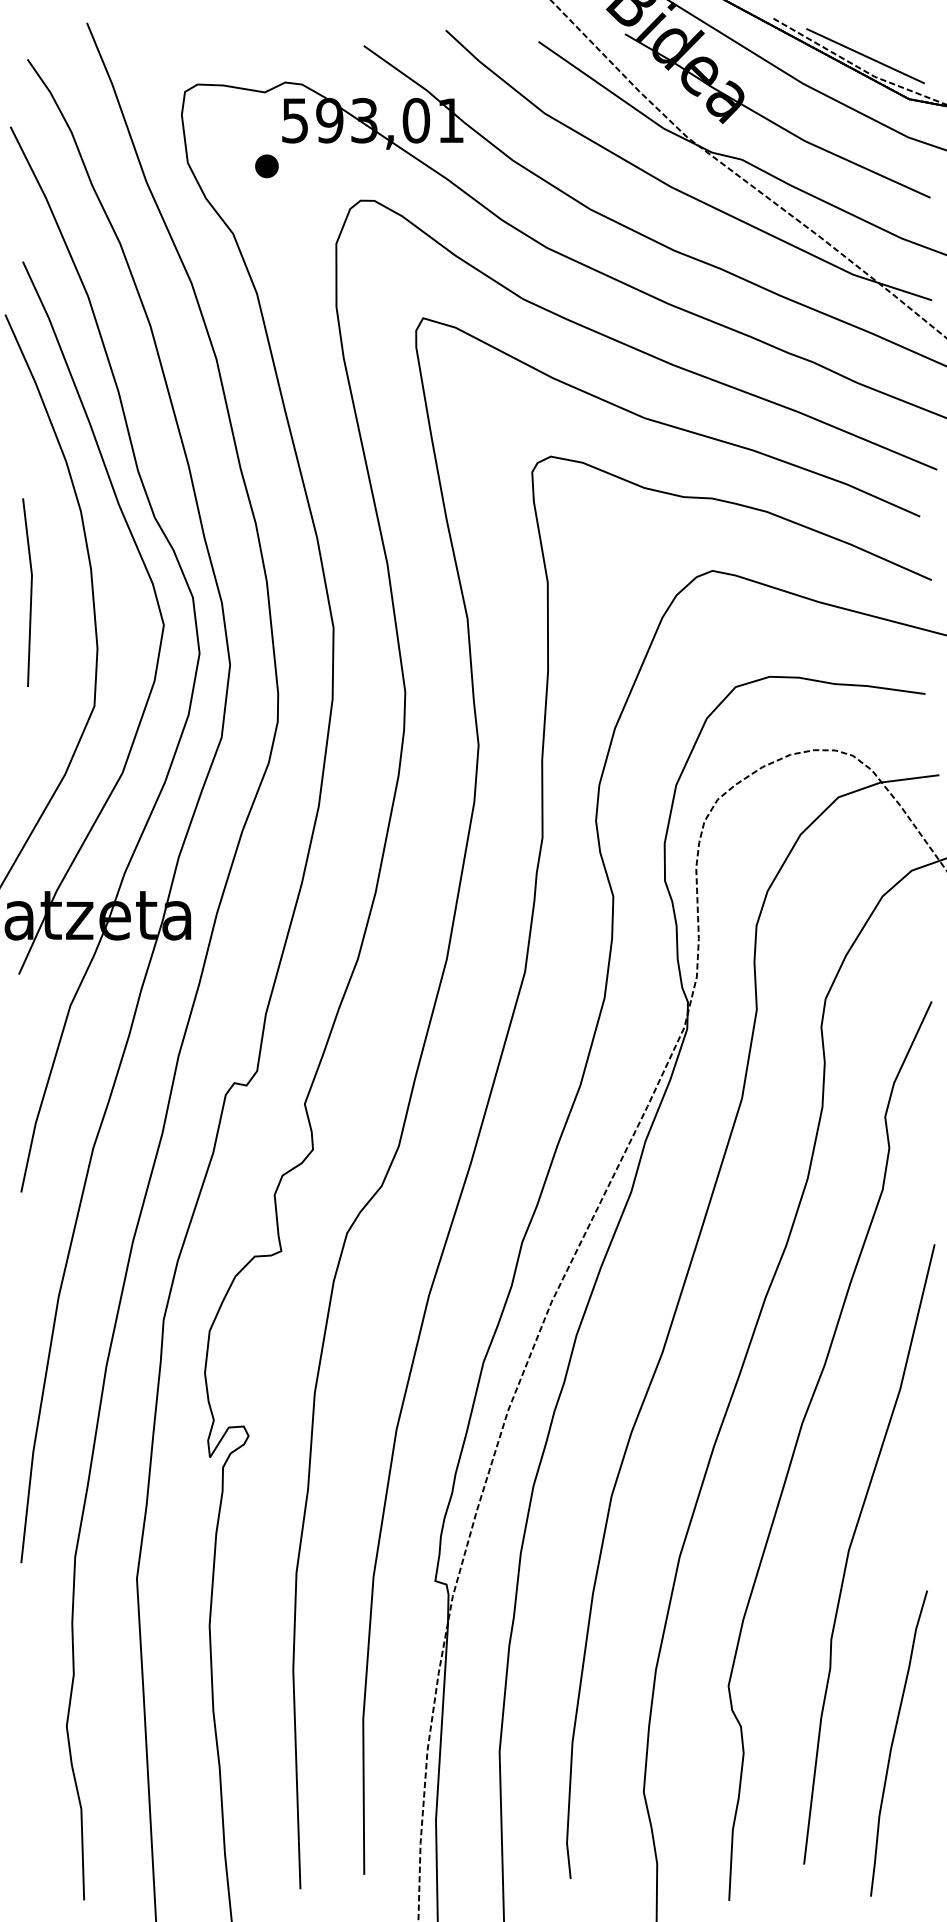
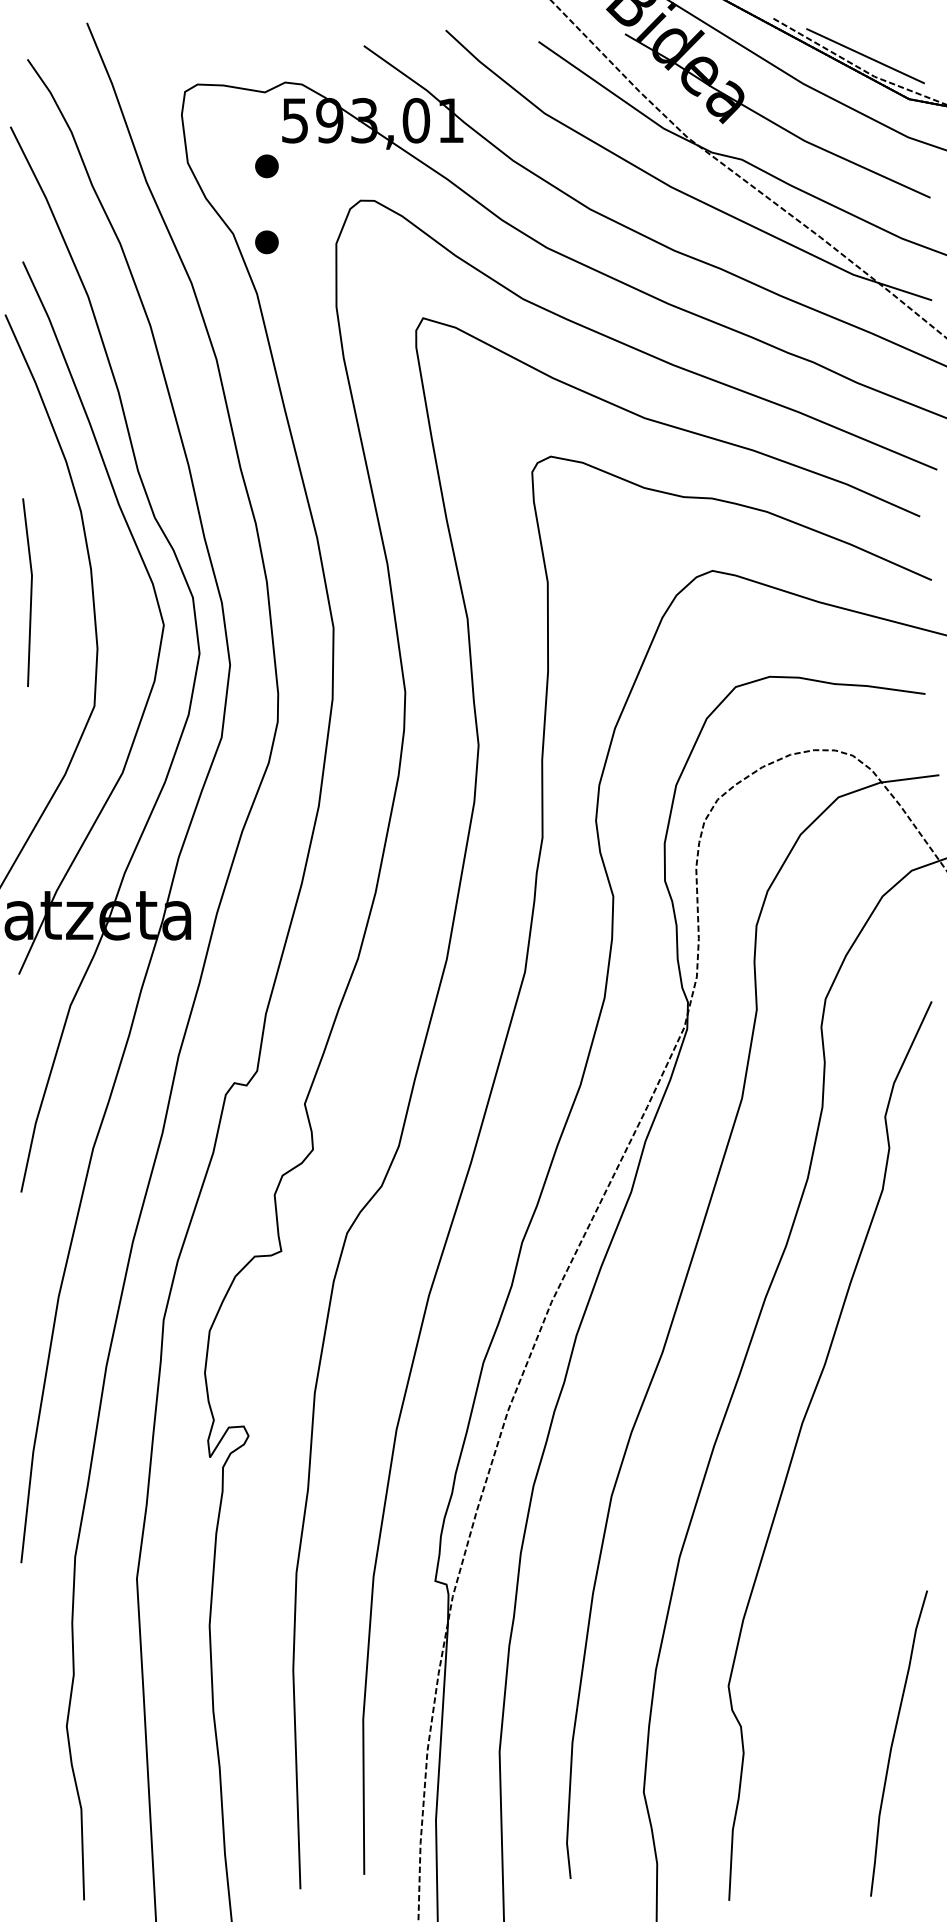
part at (266, 242): none -> present
part at (850, 1549): present -> none
